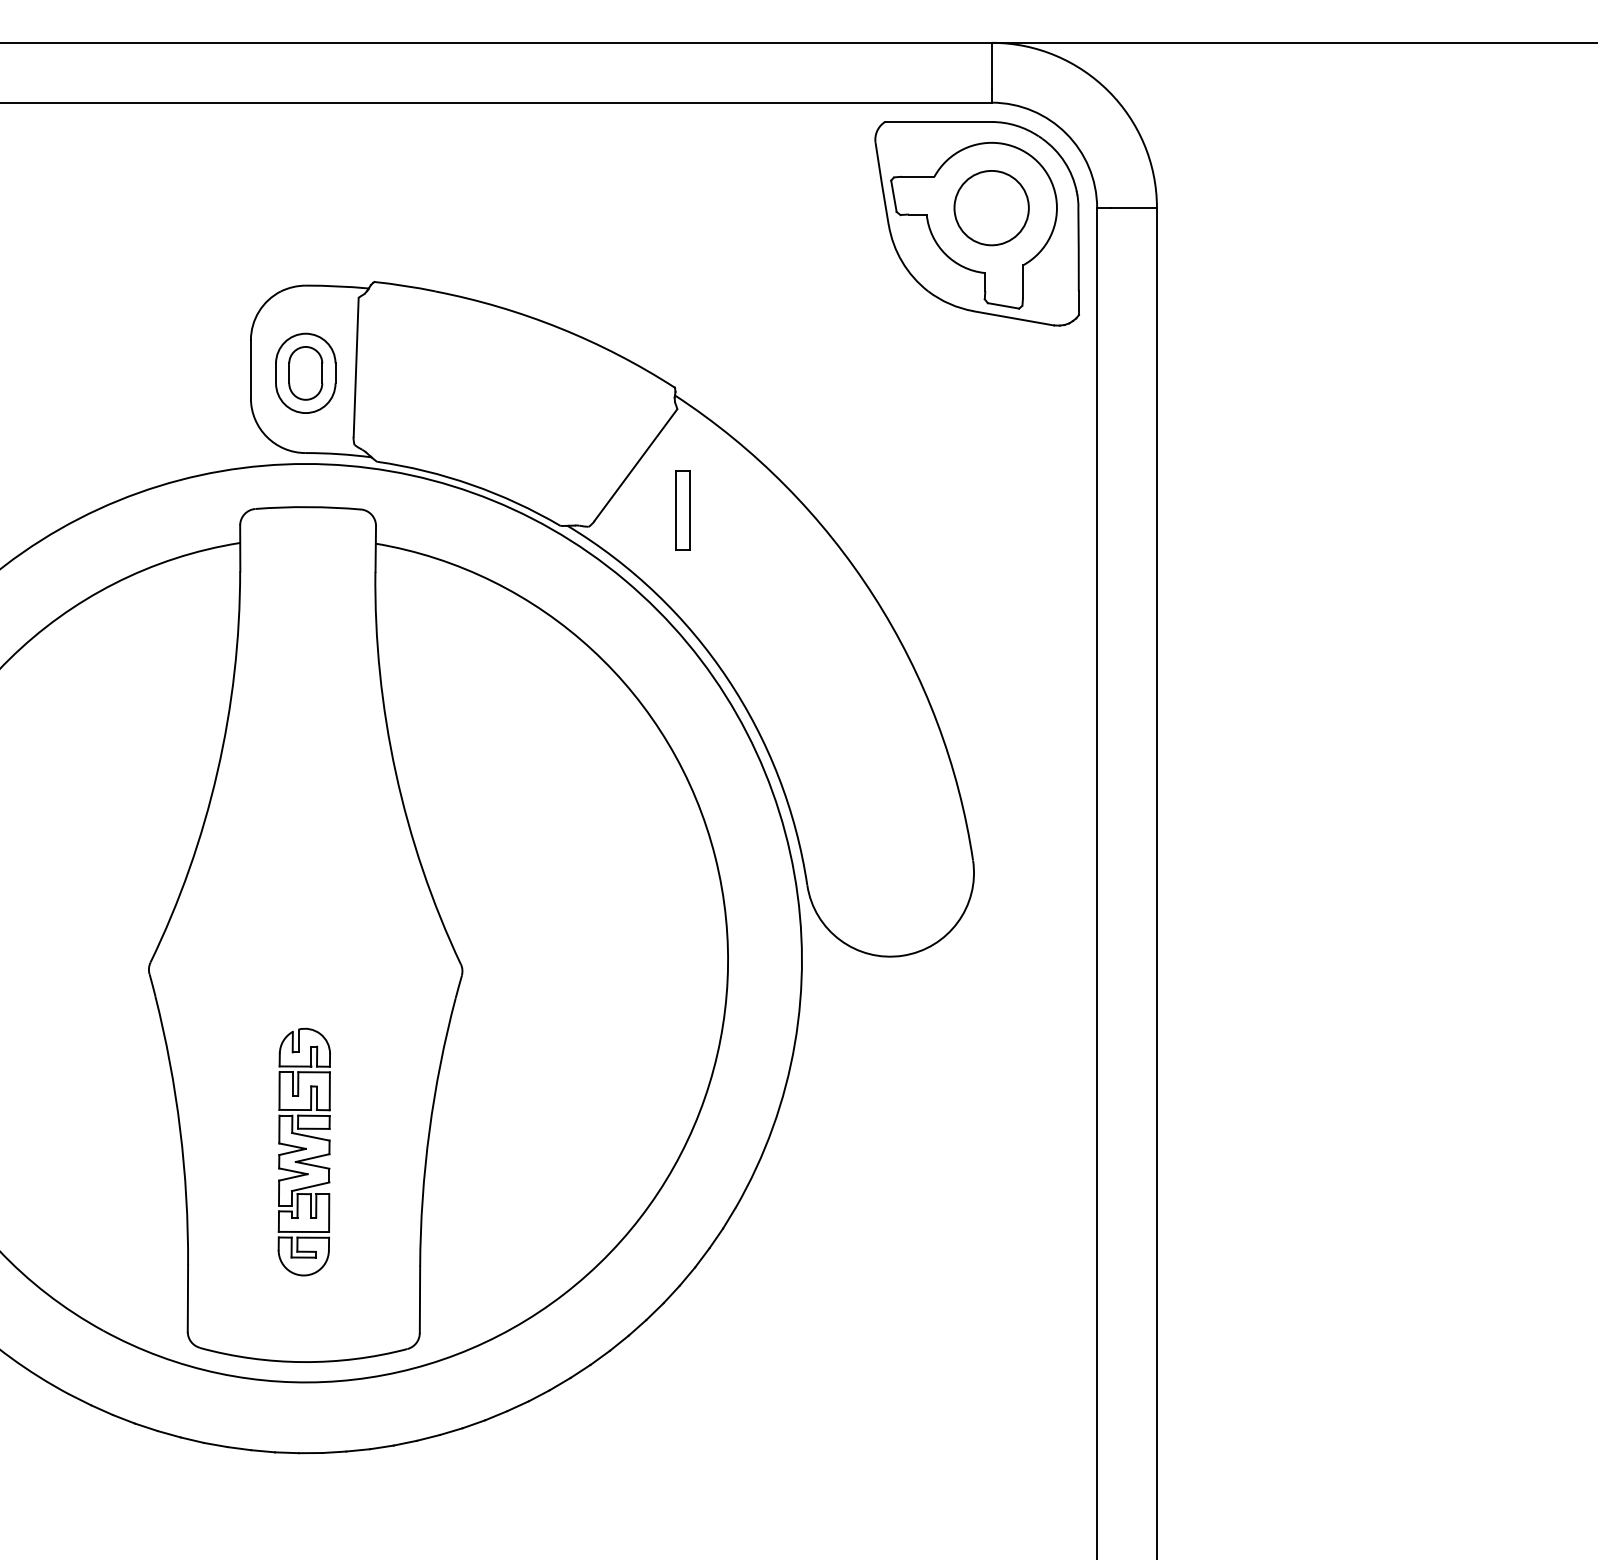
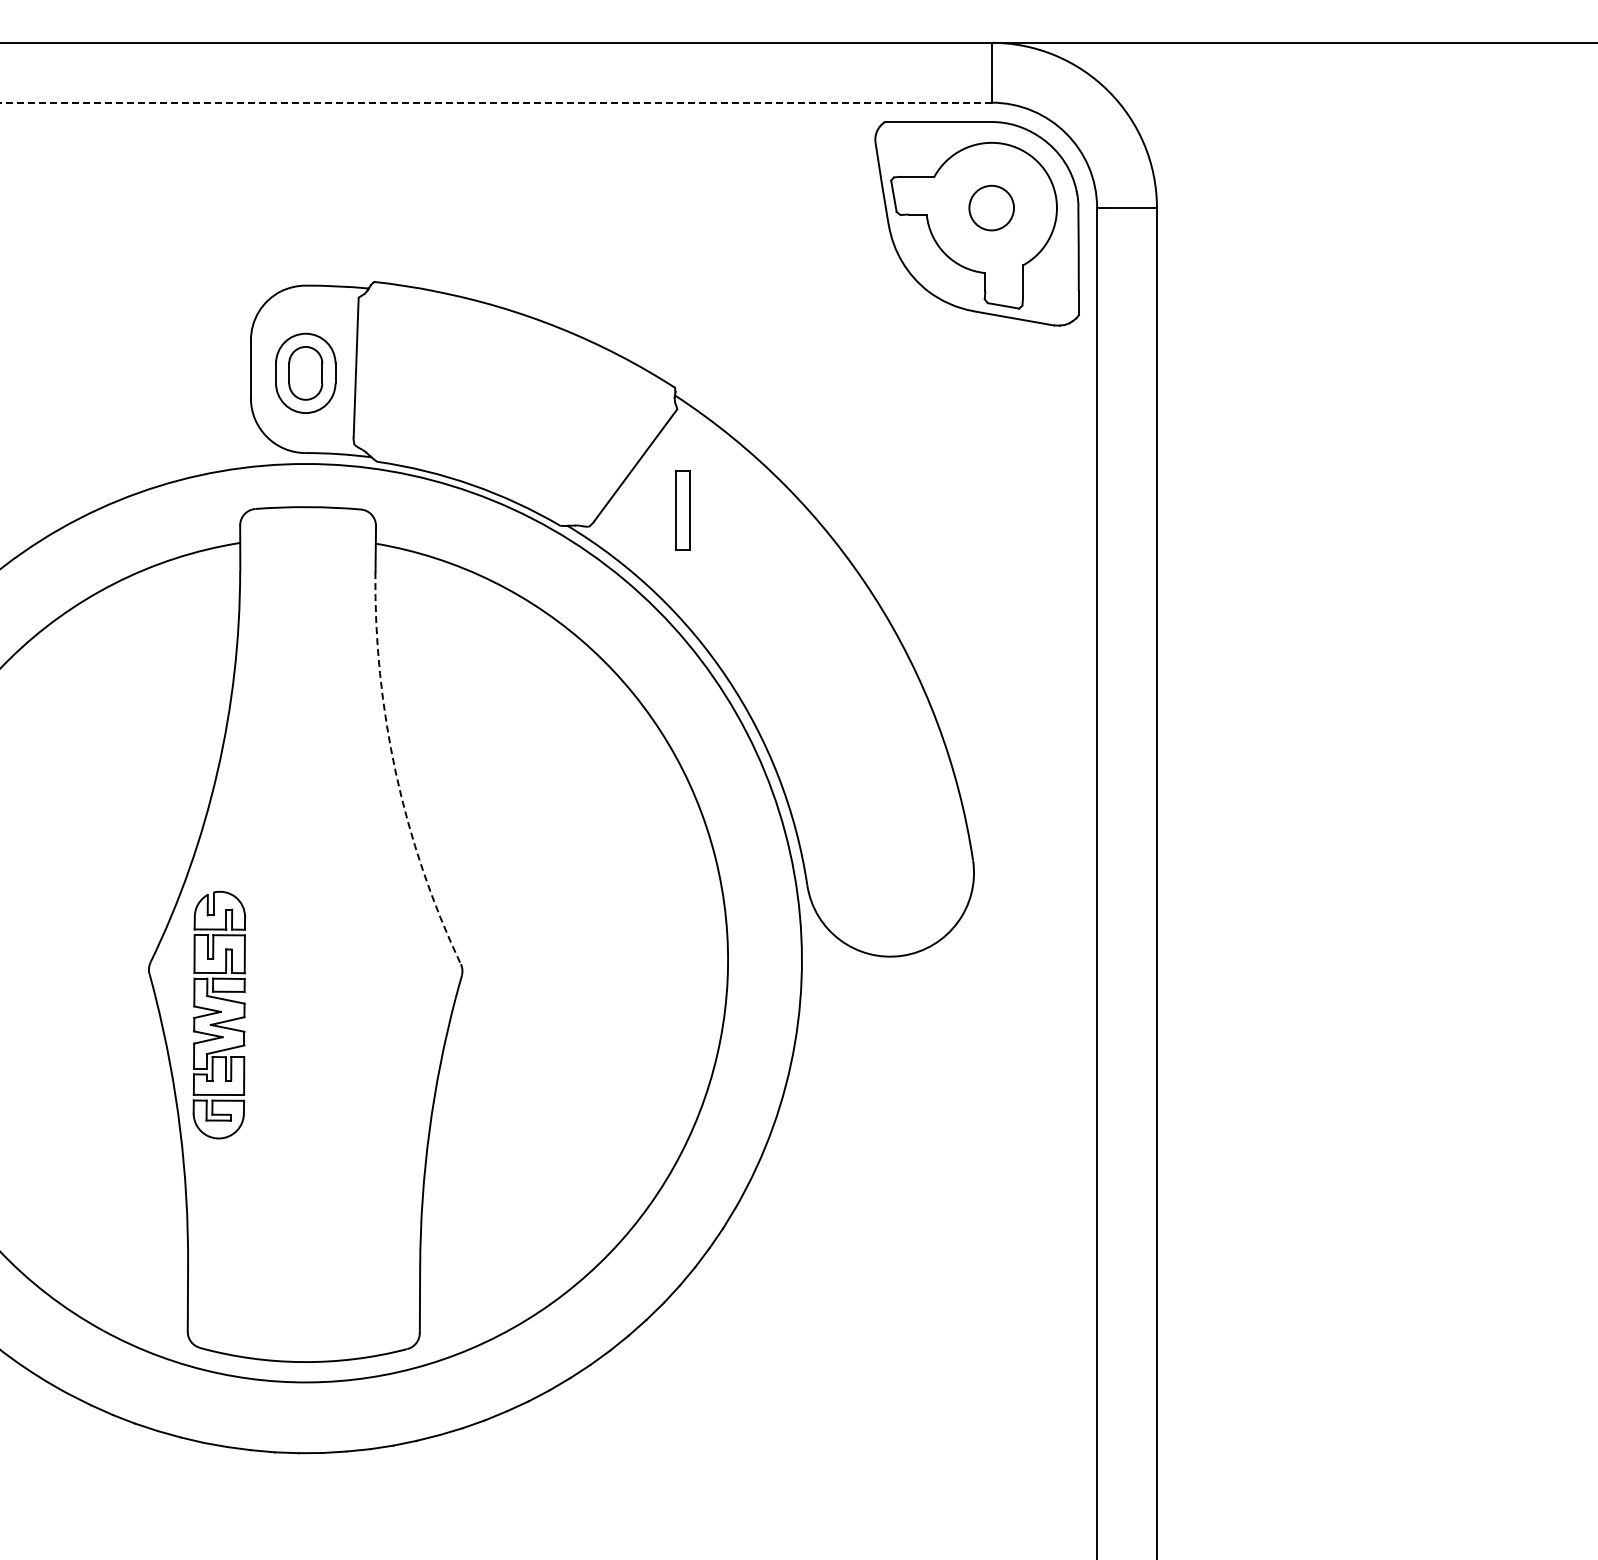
line at (495, 102): solid -> dashed
circle at (991, 207) diameter: 74 px -> 45 px
arc at (395, 773): solid -> dashed
part at (303, 1151) position: (303, 1151) -> (218, 1014)
